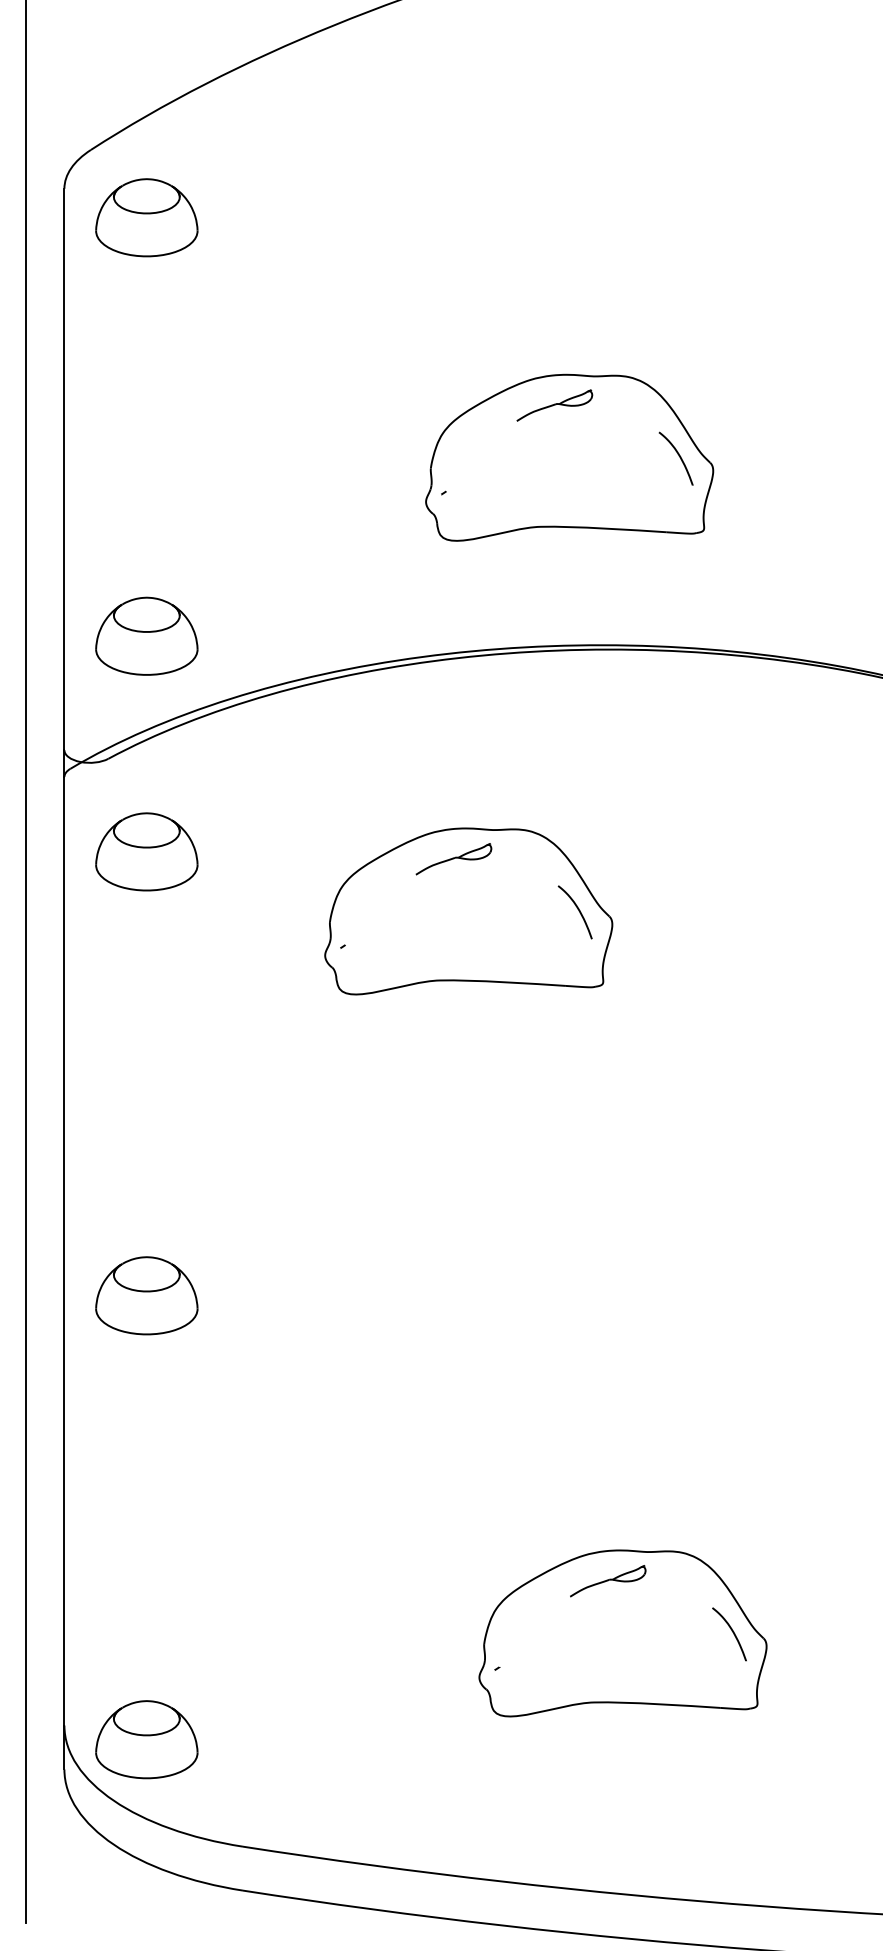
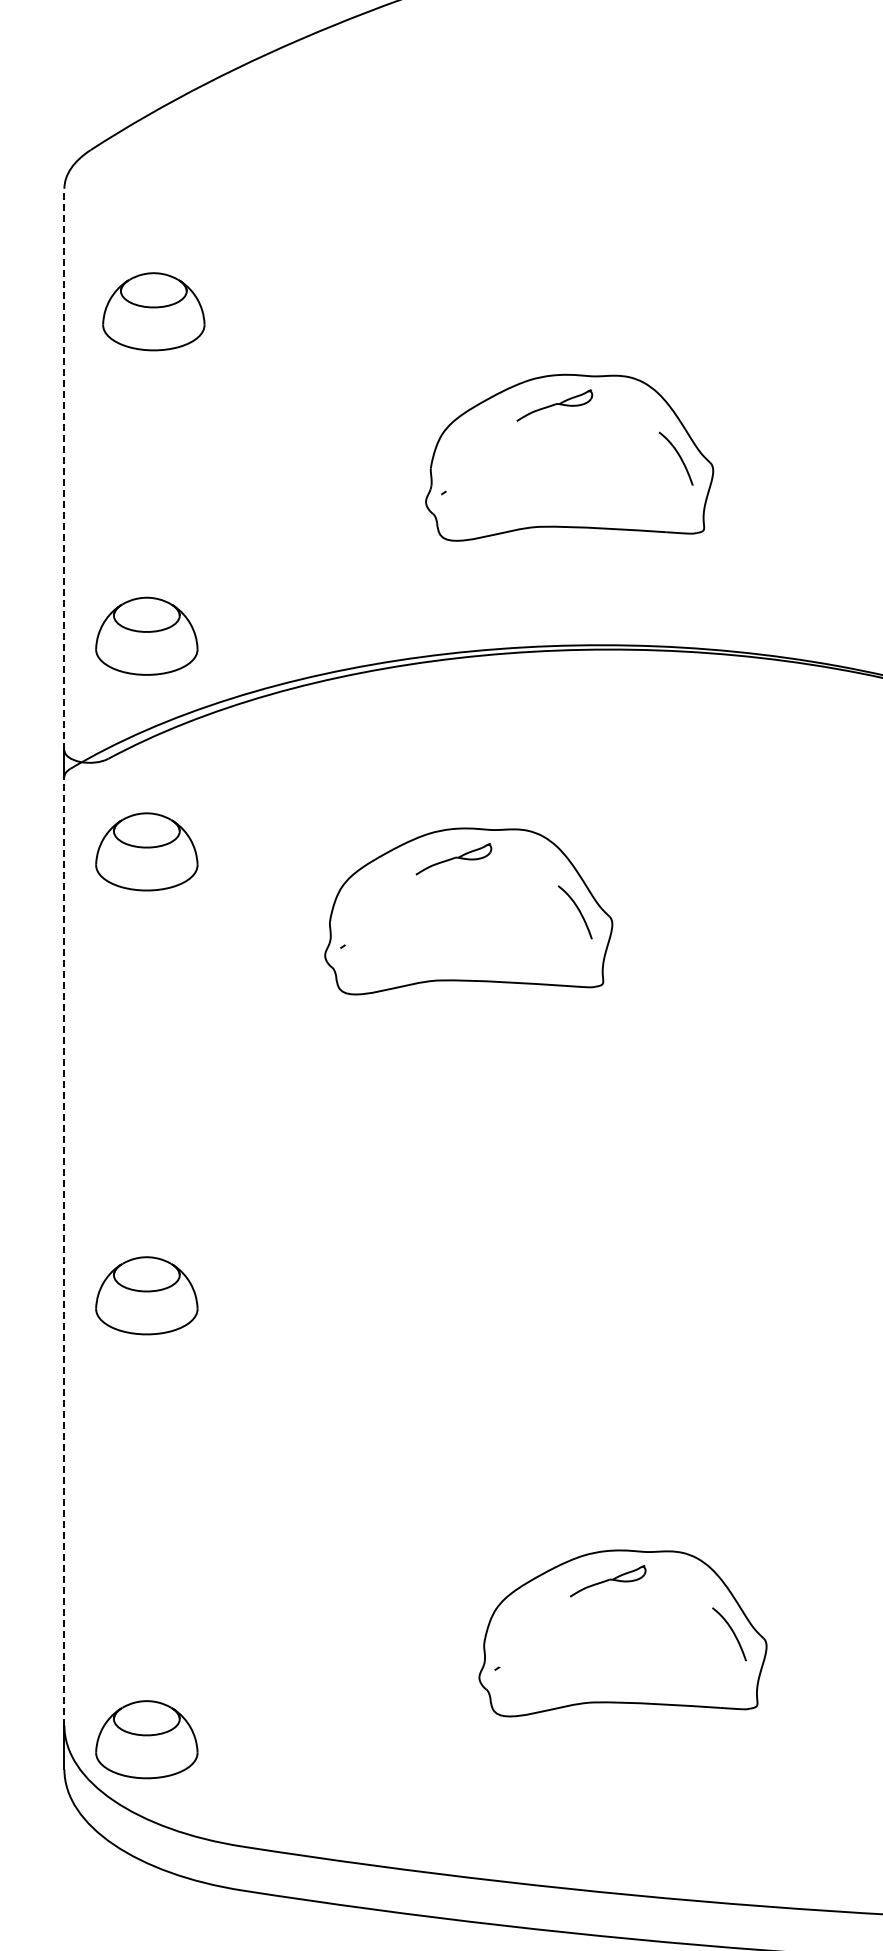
part at (146, 217) position: (146, 217) -> (153, 311)
line at (64, 469): solid -> dashed
line at (26, 962): present -> none
line at (64, 1250): solid -> dashed
